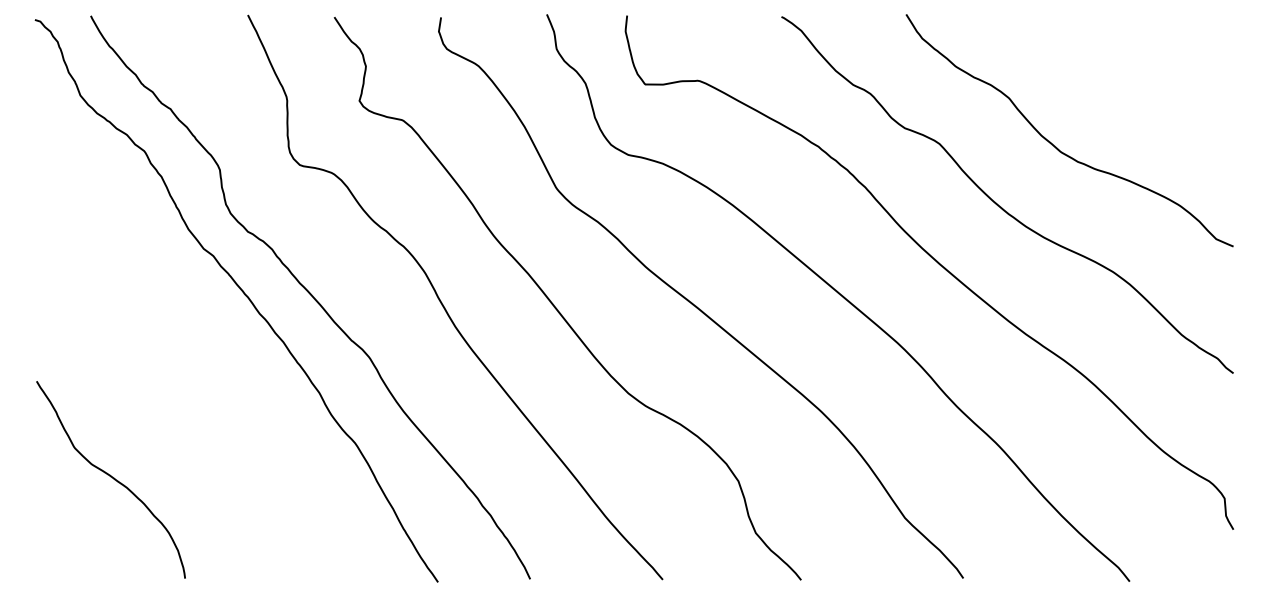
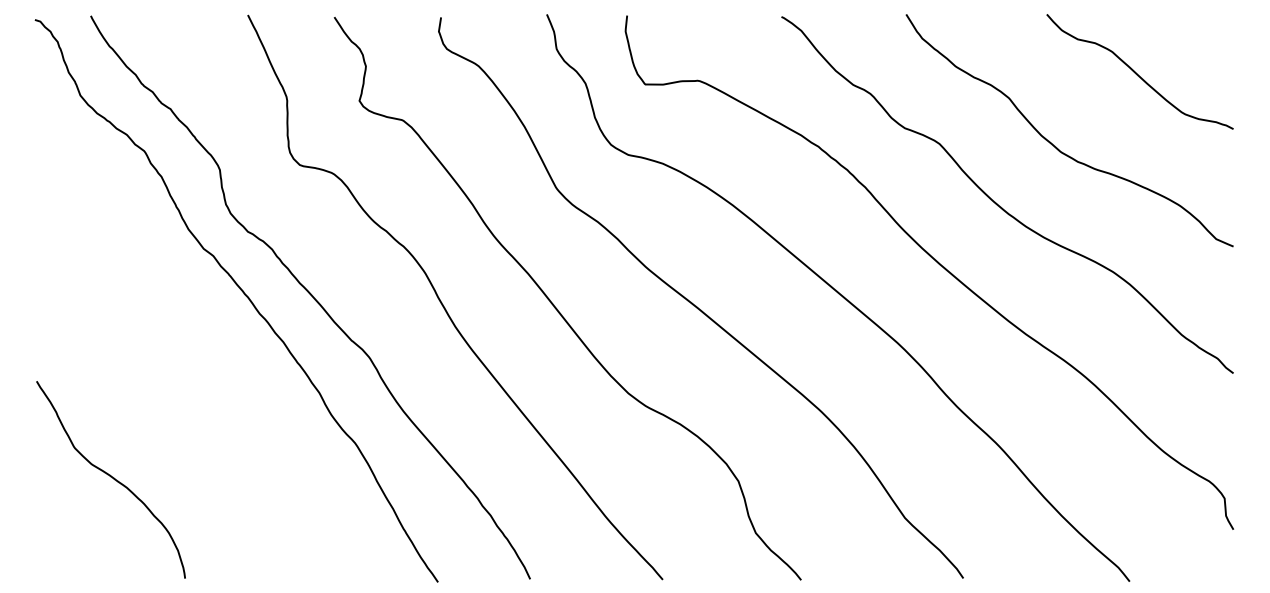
curve at (1137, 73): none -> present
